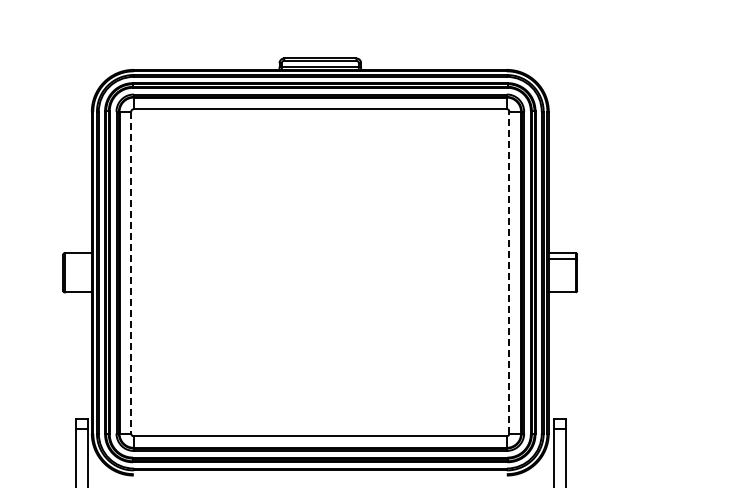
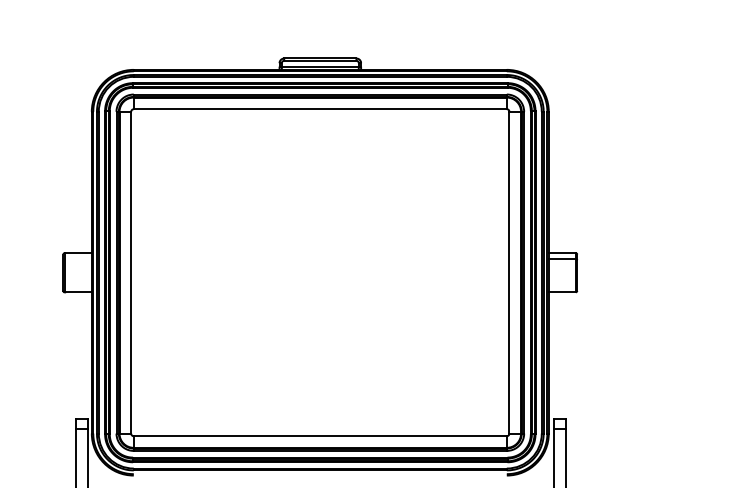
line at (131, 272): dashed -> solid
line at (509, 272): dashed -> solid
